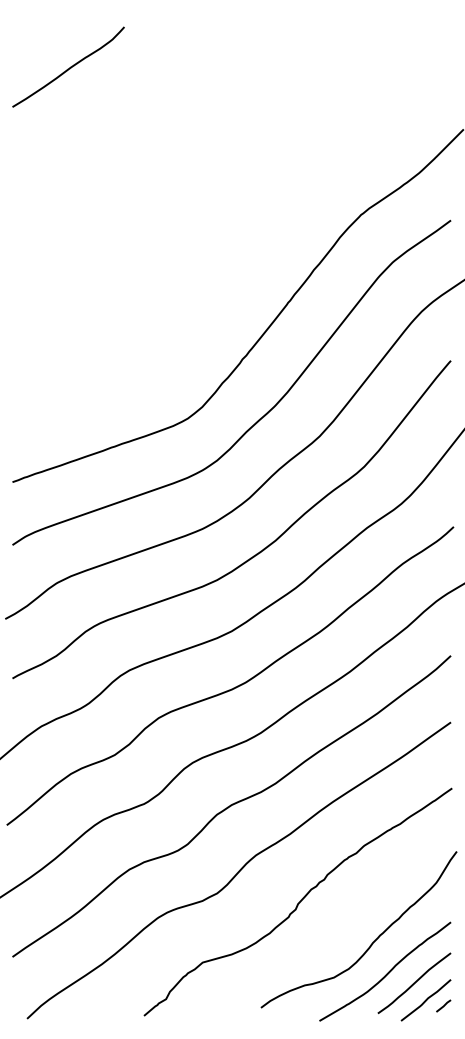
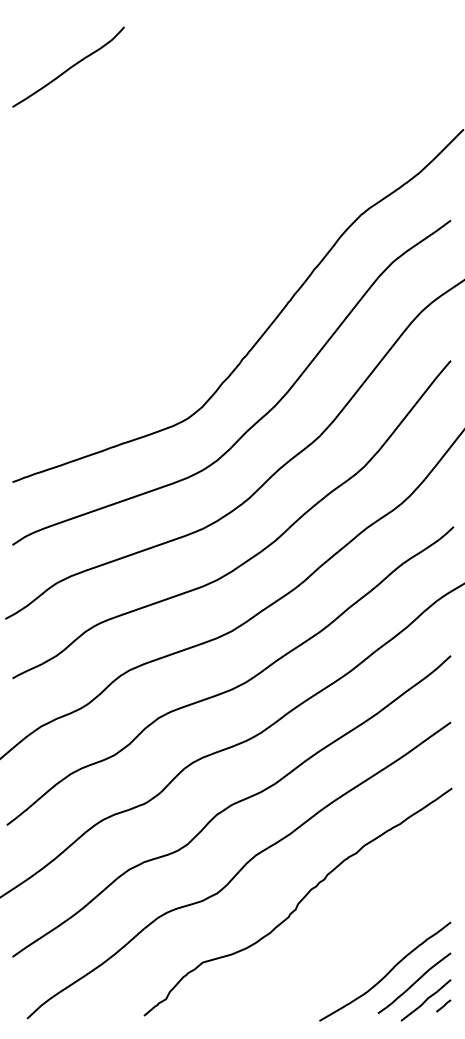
curve at (372, 942): present -> none
